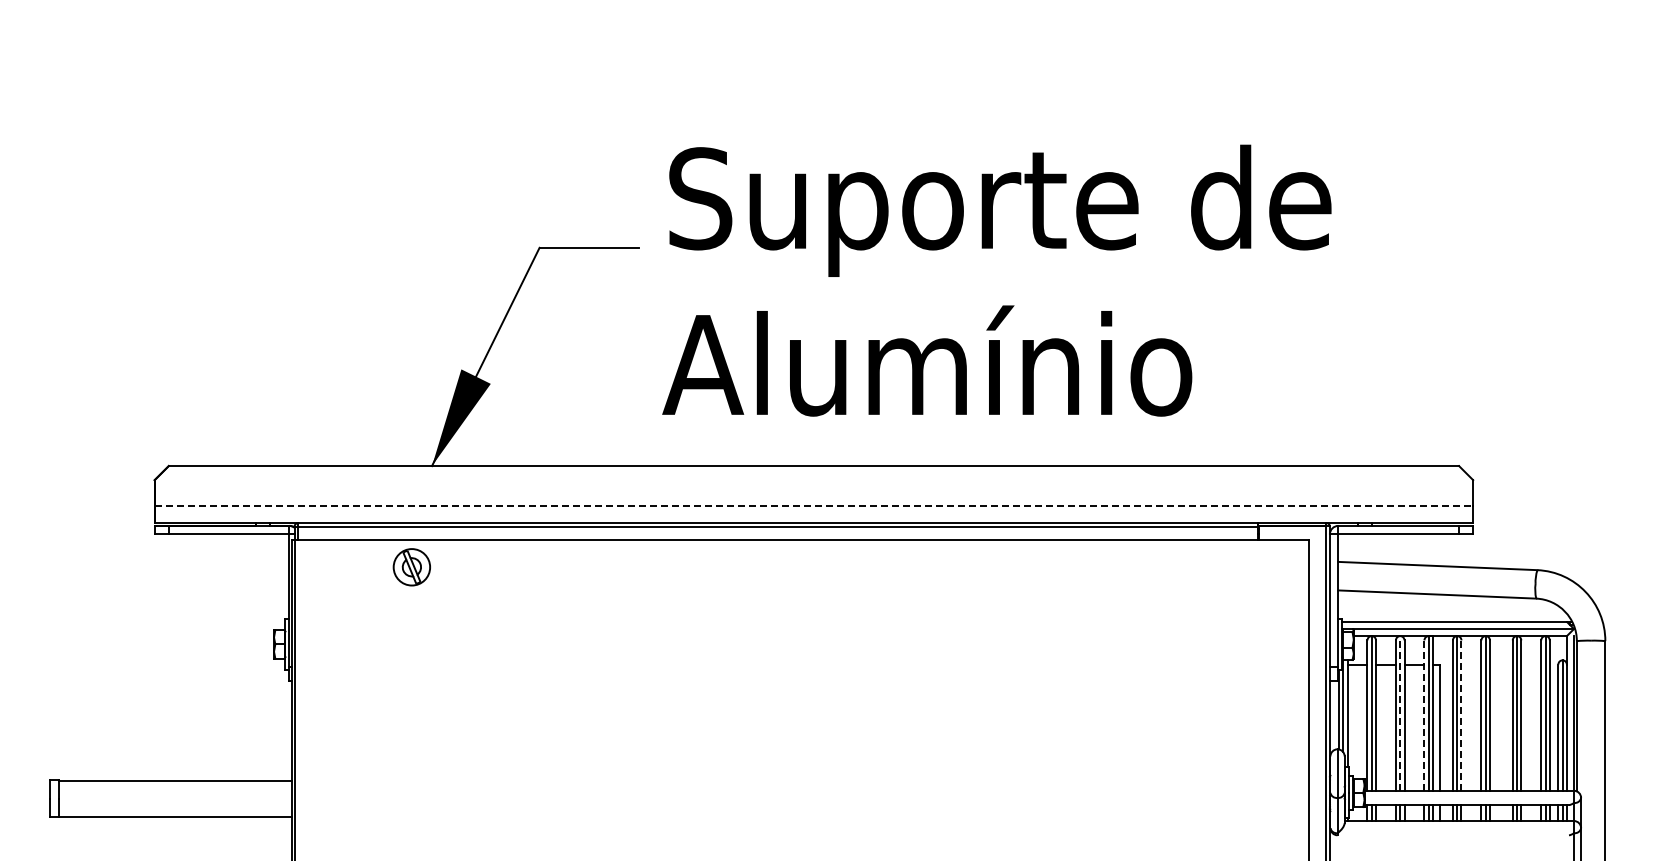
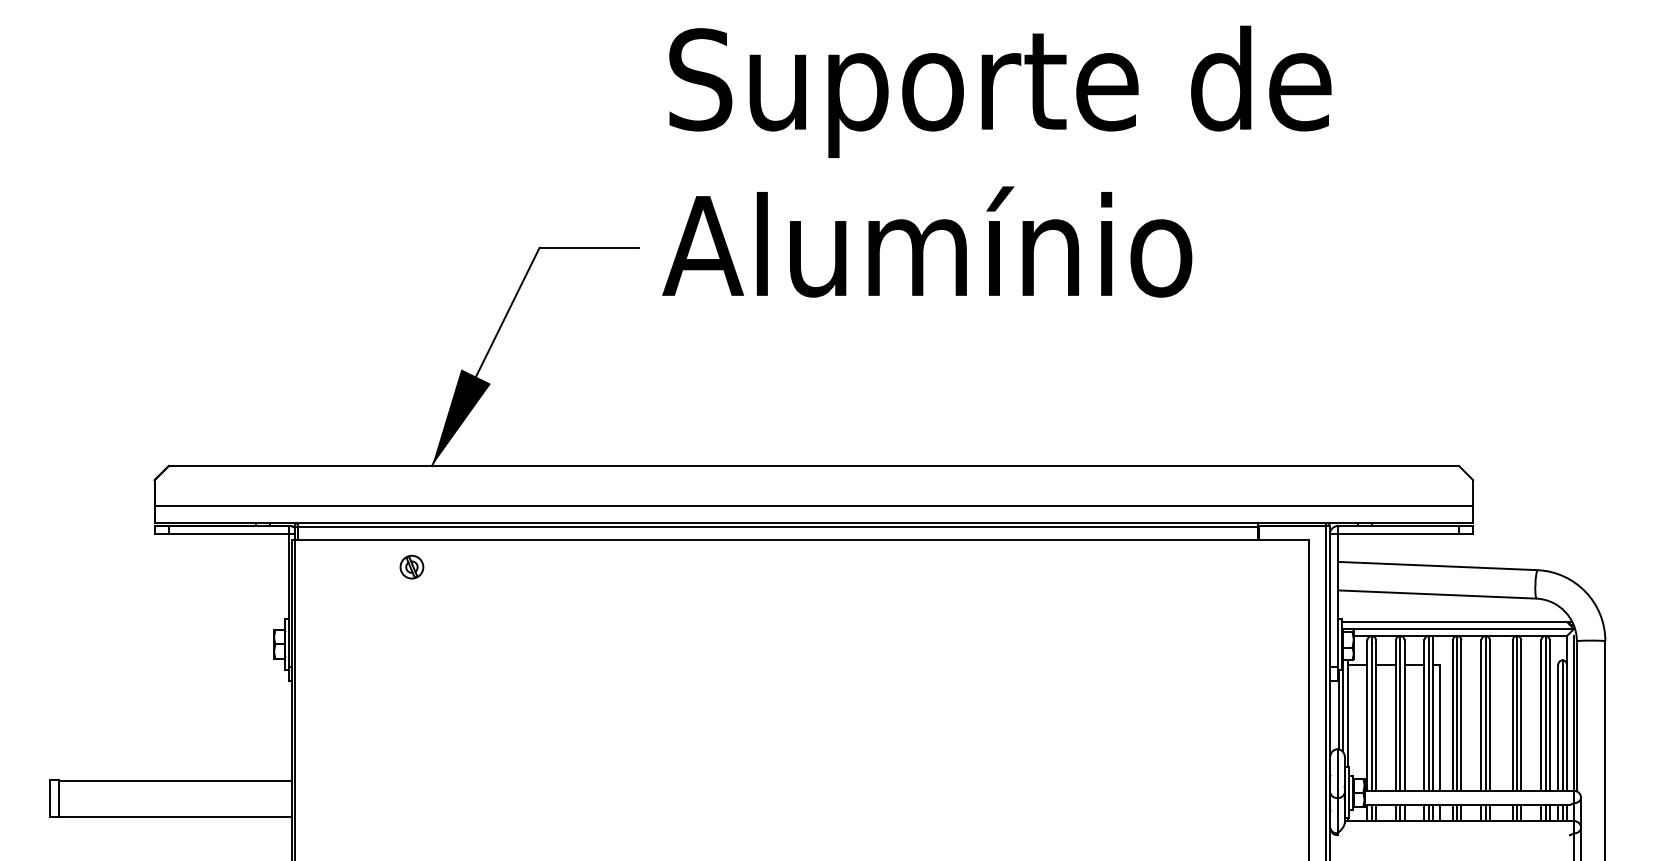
text at (996, 280) position: (996, 280) -> (996, 161)
line at (814, 505): dashed -> solid
part at (411, 567) size: 39x39 px -> 26x26 px
line at (1400, 712): dashed -> solid
line at (1424, 715): dashed -> solid
line at (1461, 715): dashed -> solid
